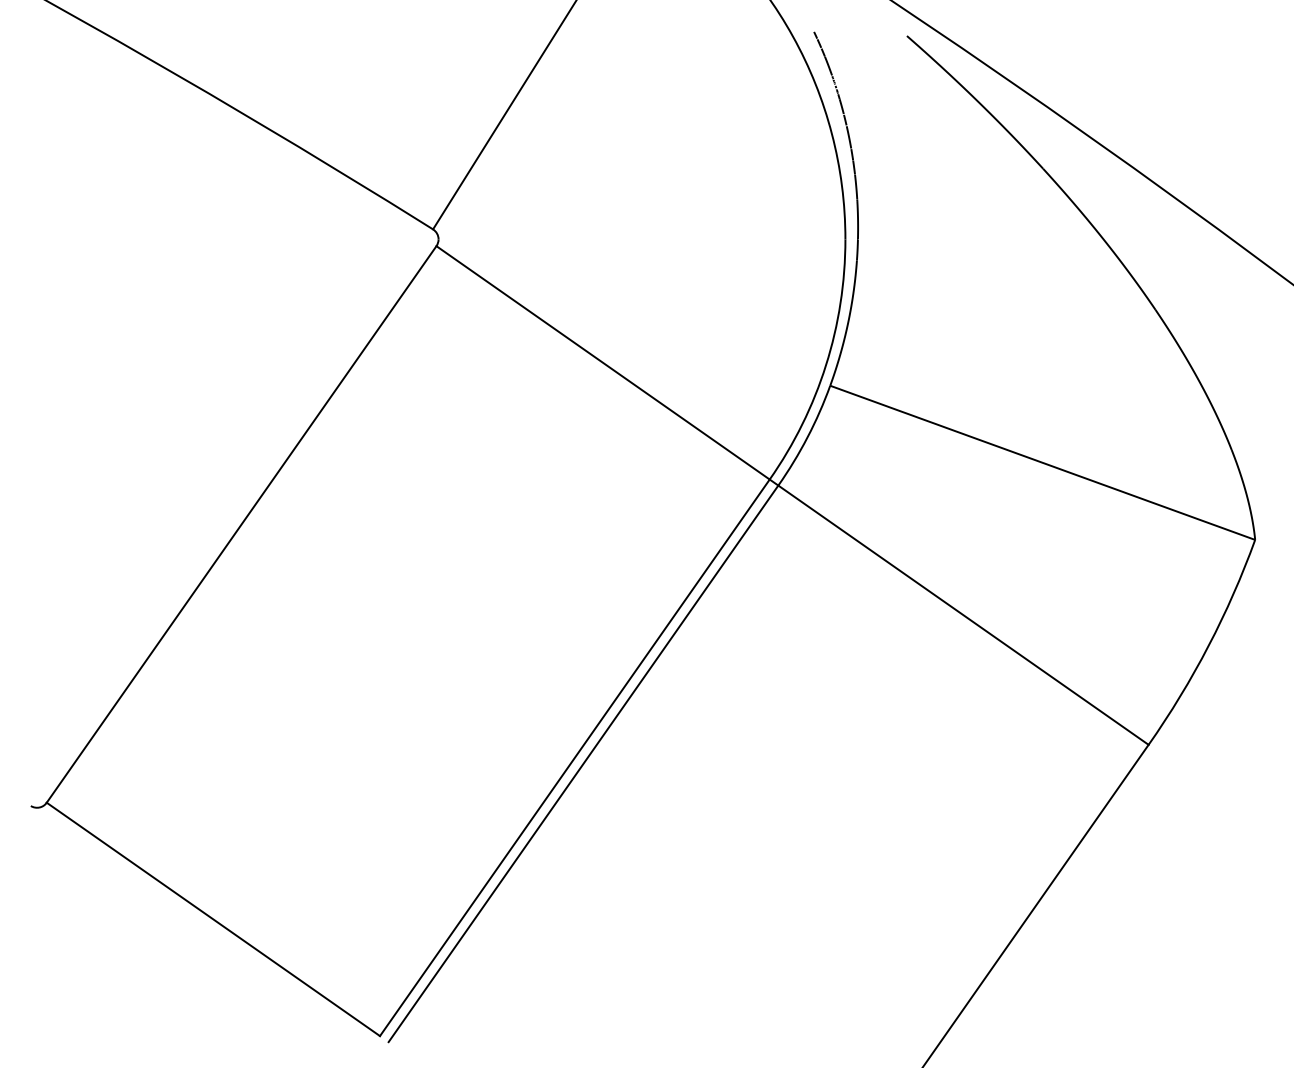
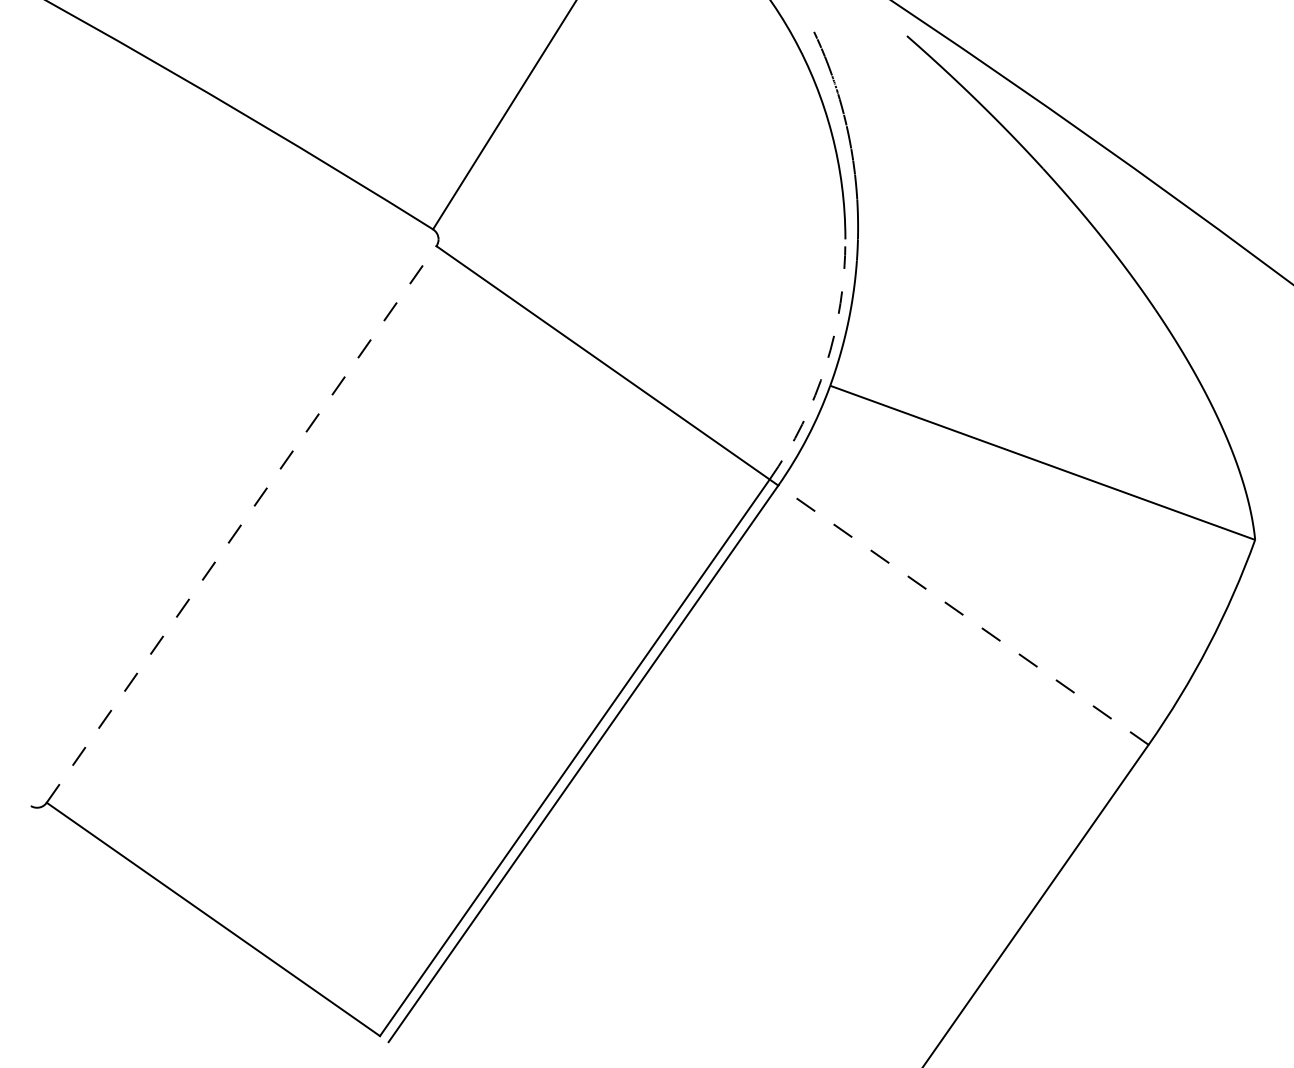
arc at (826, 365): solid -> dashed
line at (241, 524): solid -> dashed
line at (963, 614): solid -> dashed
